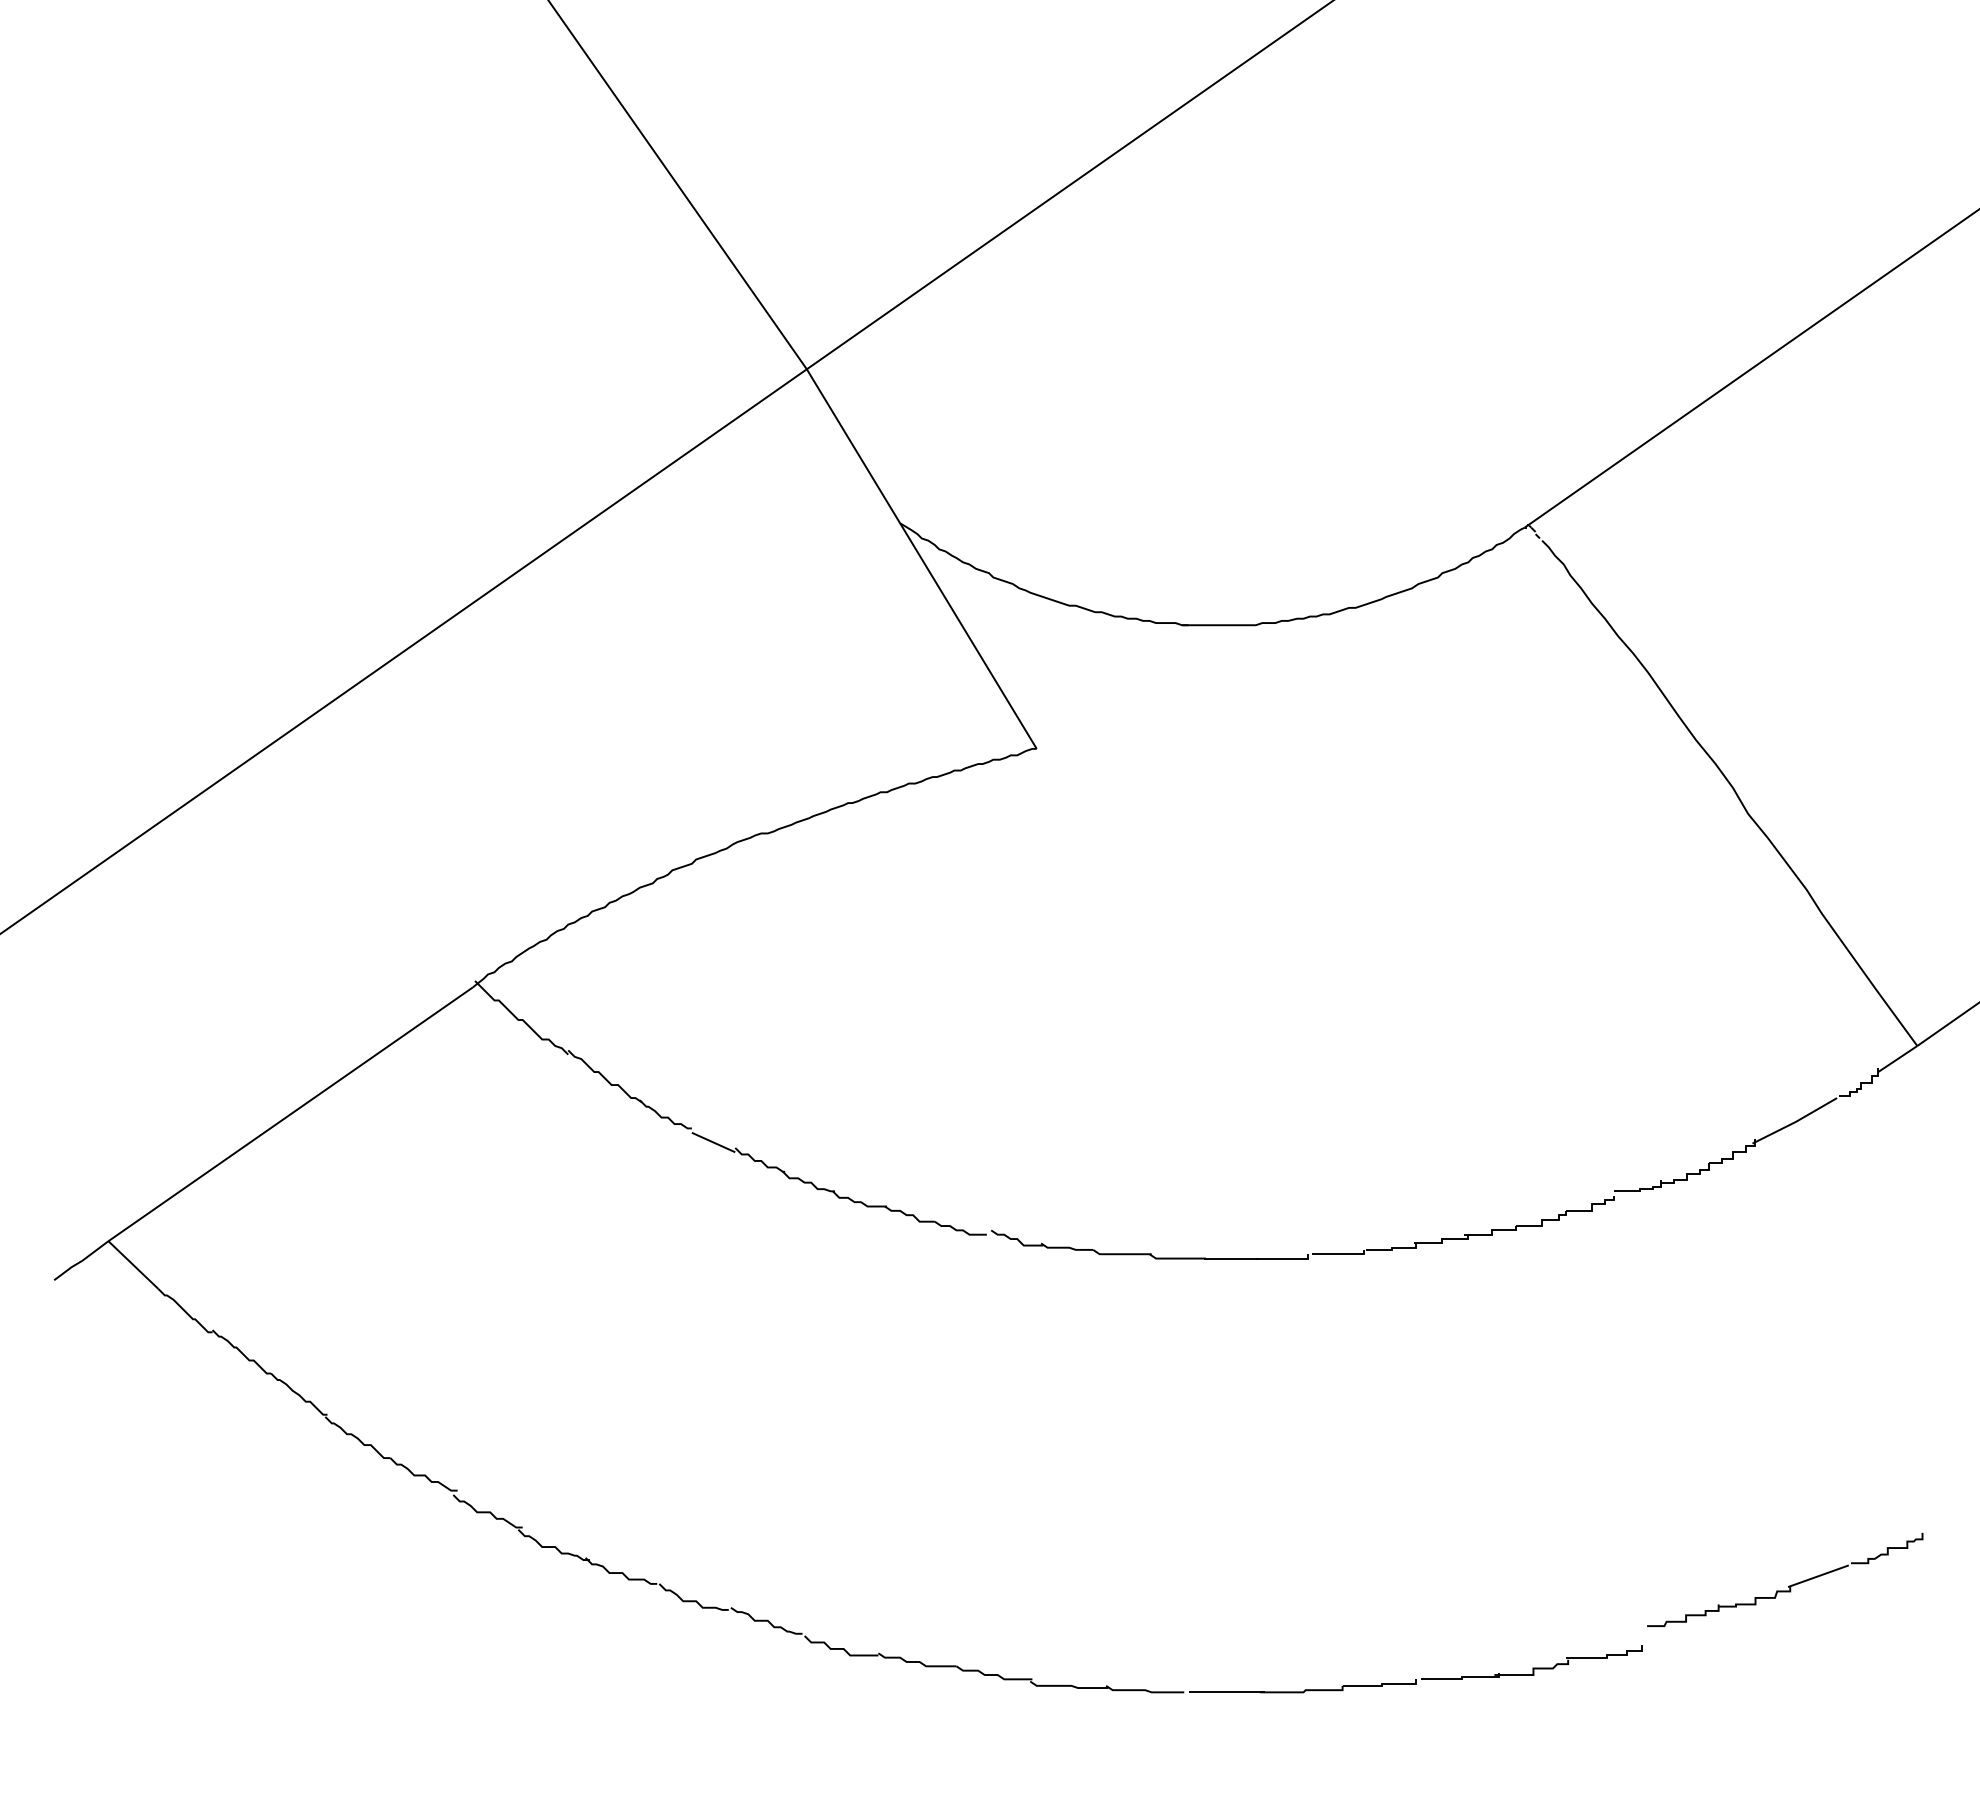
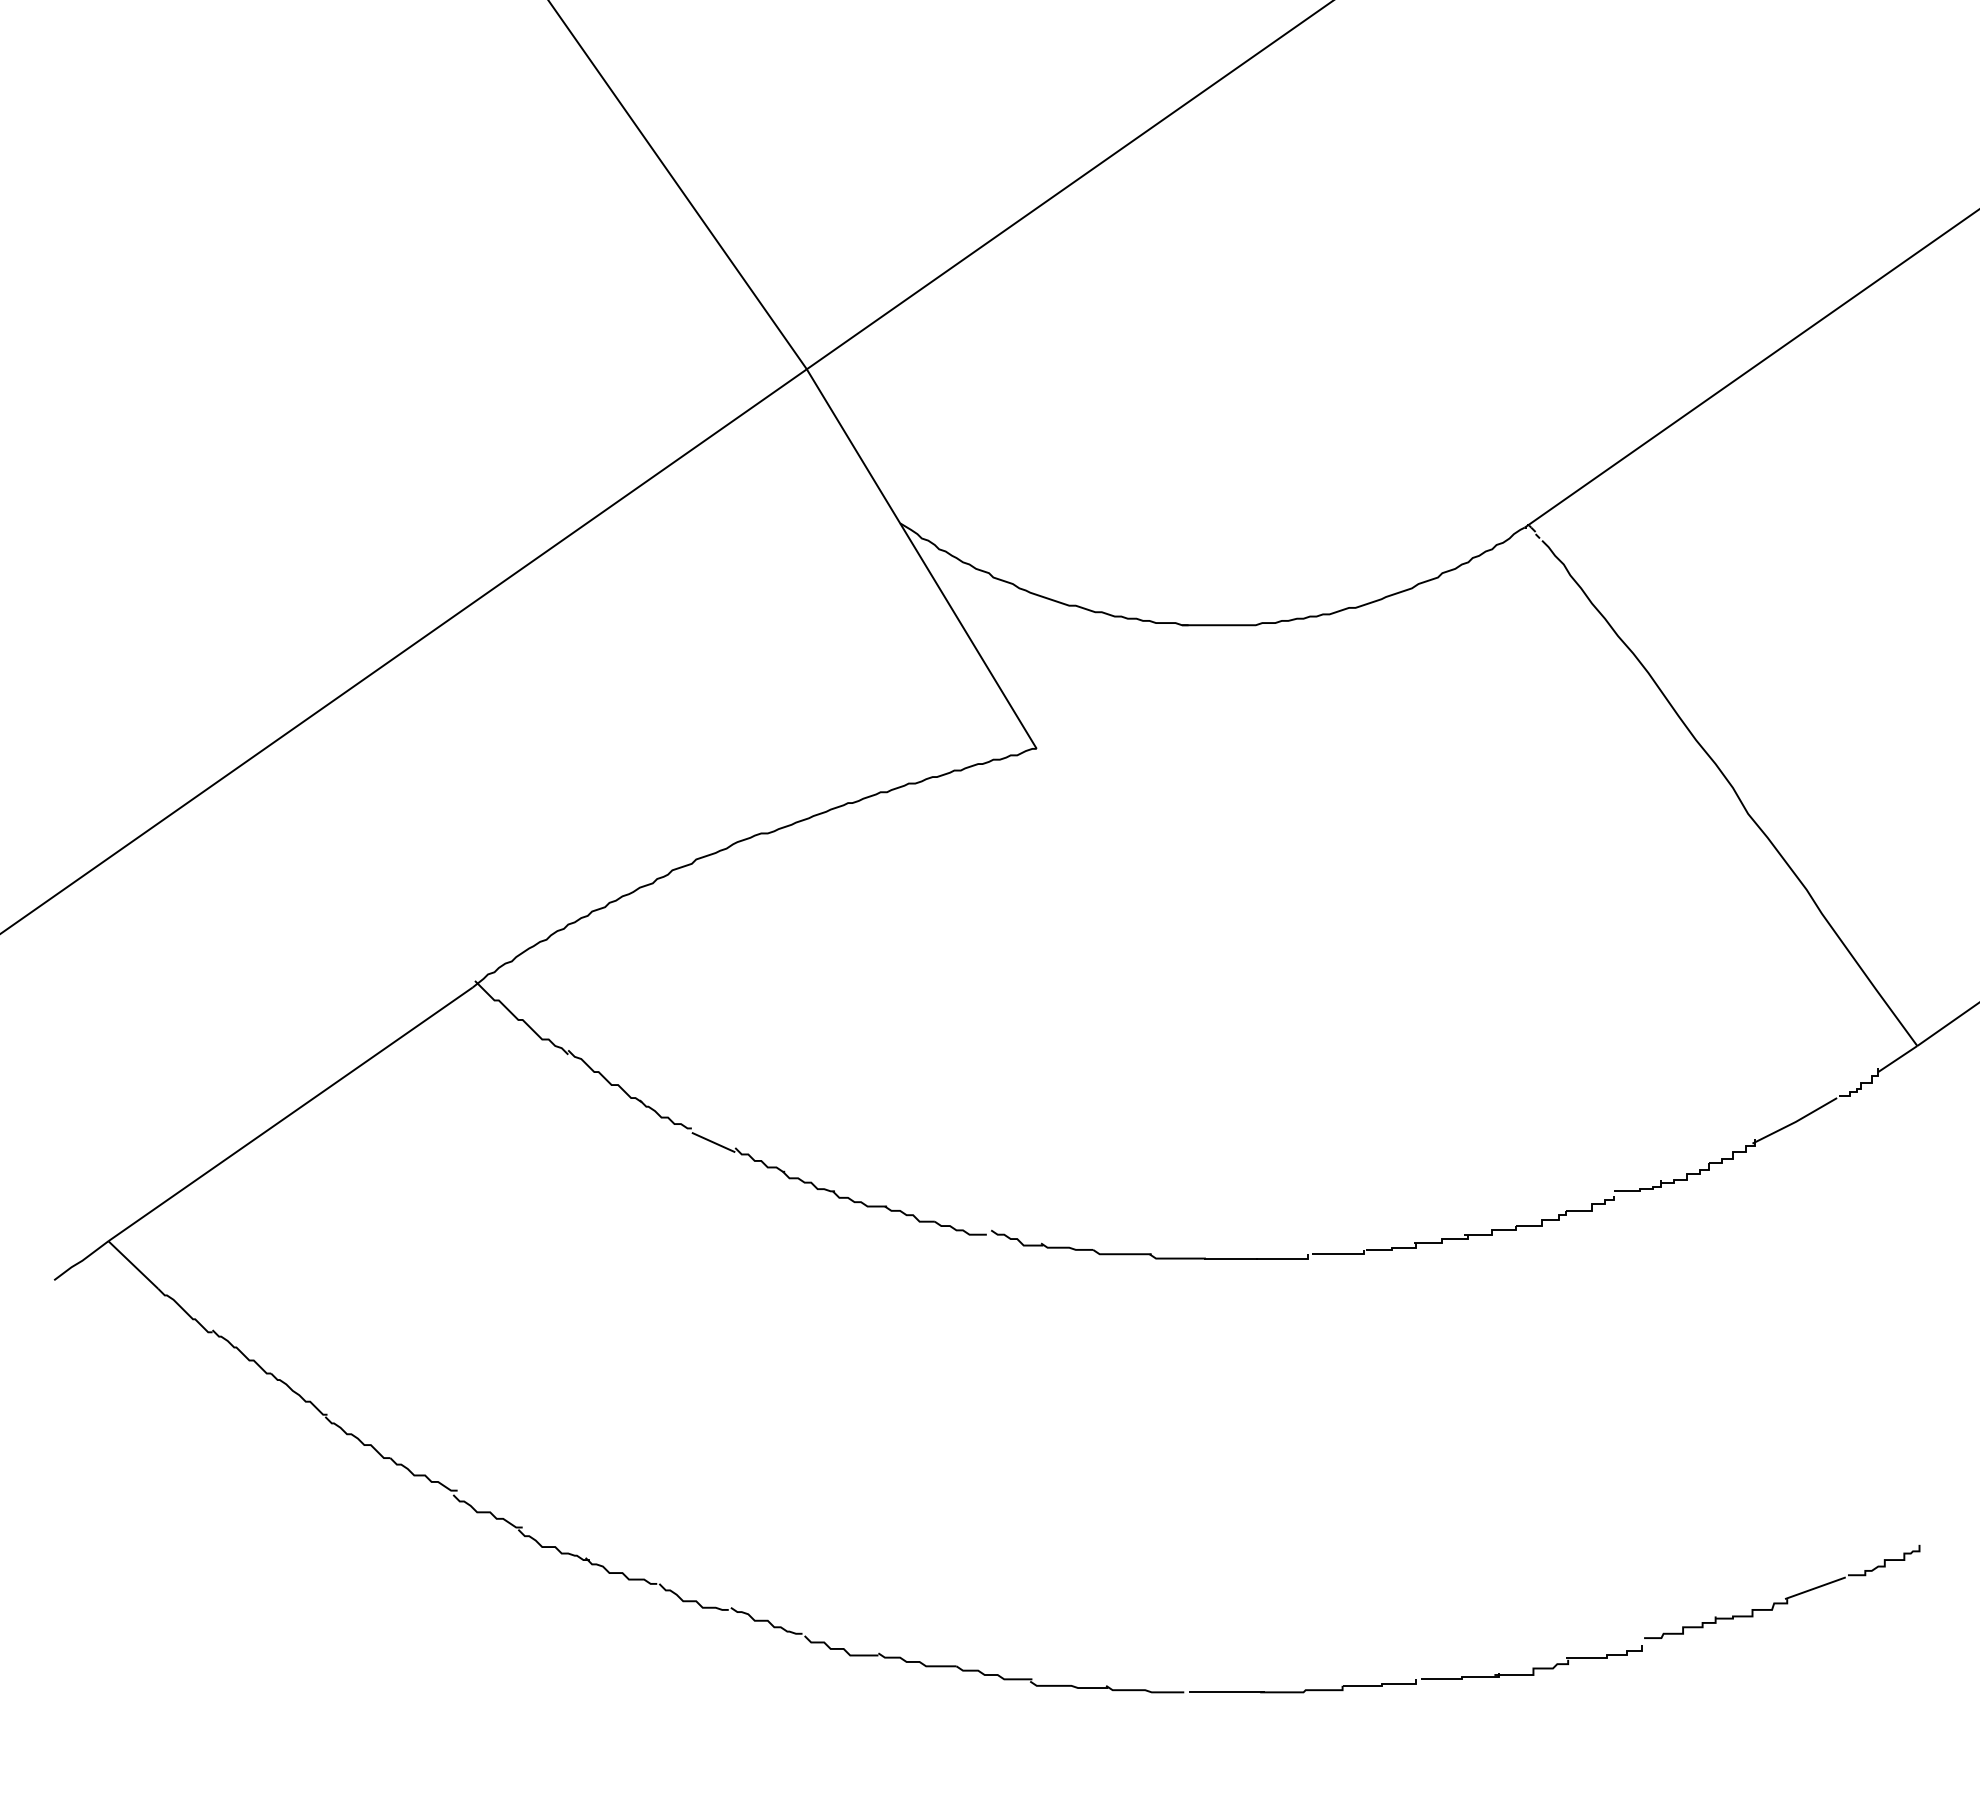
part at (1789, 1585) position: (1789, 1585) -> (1786, 1597)
